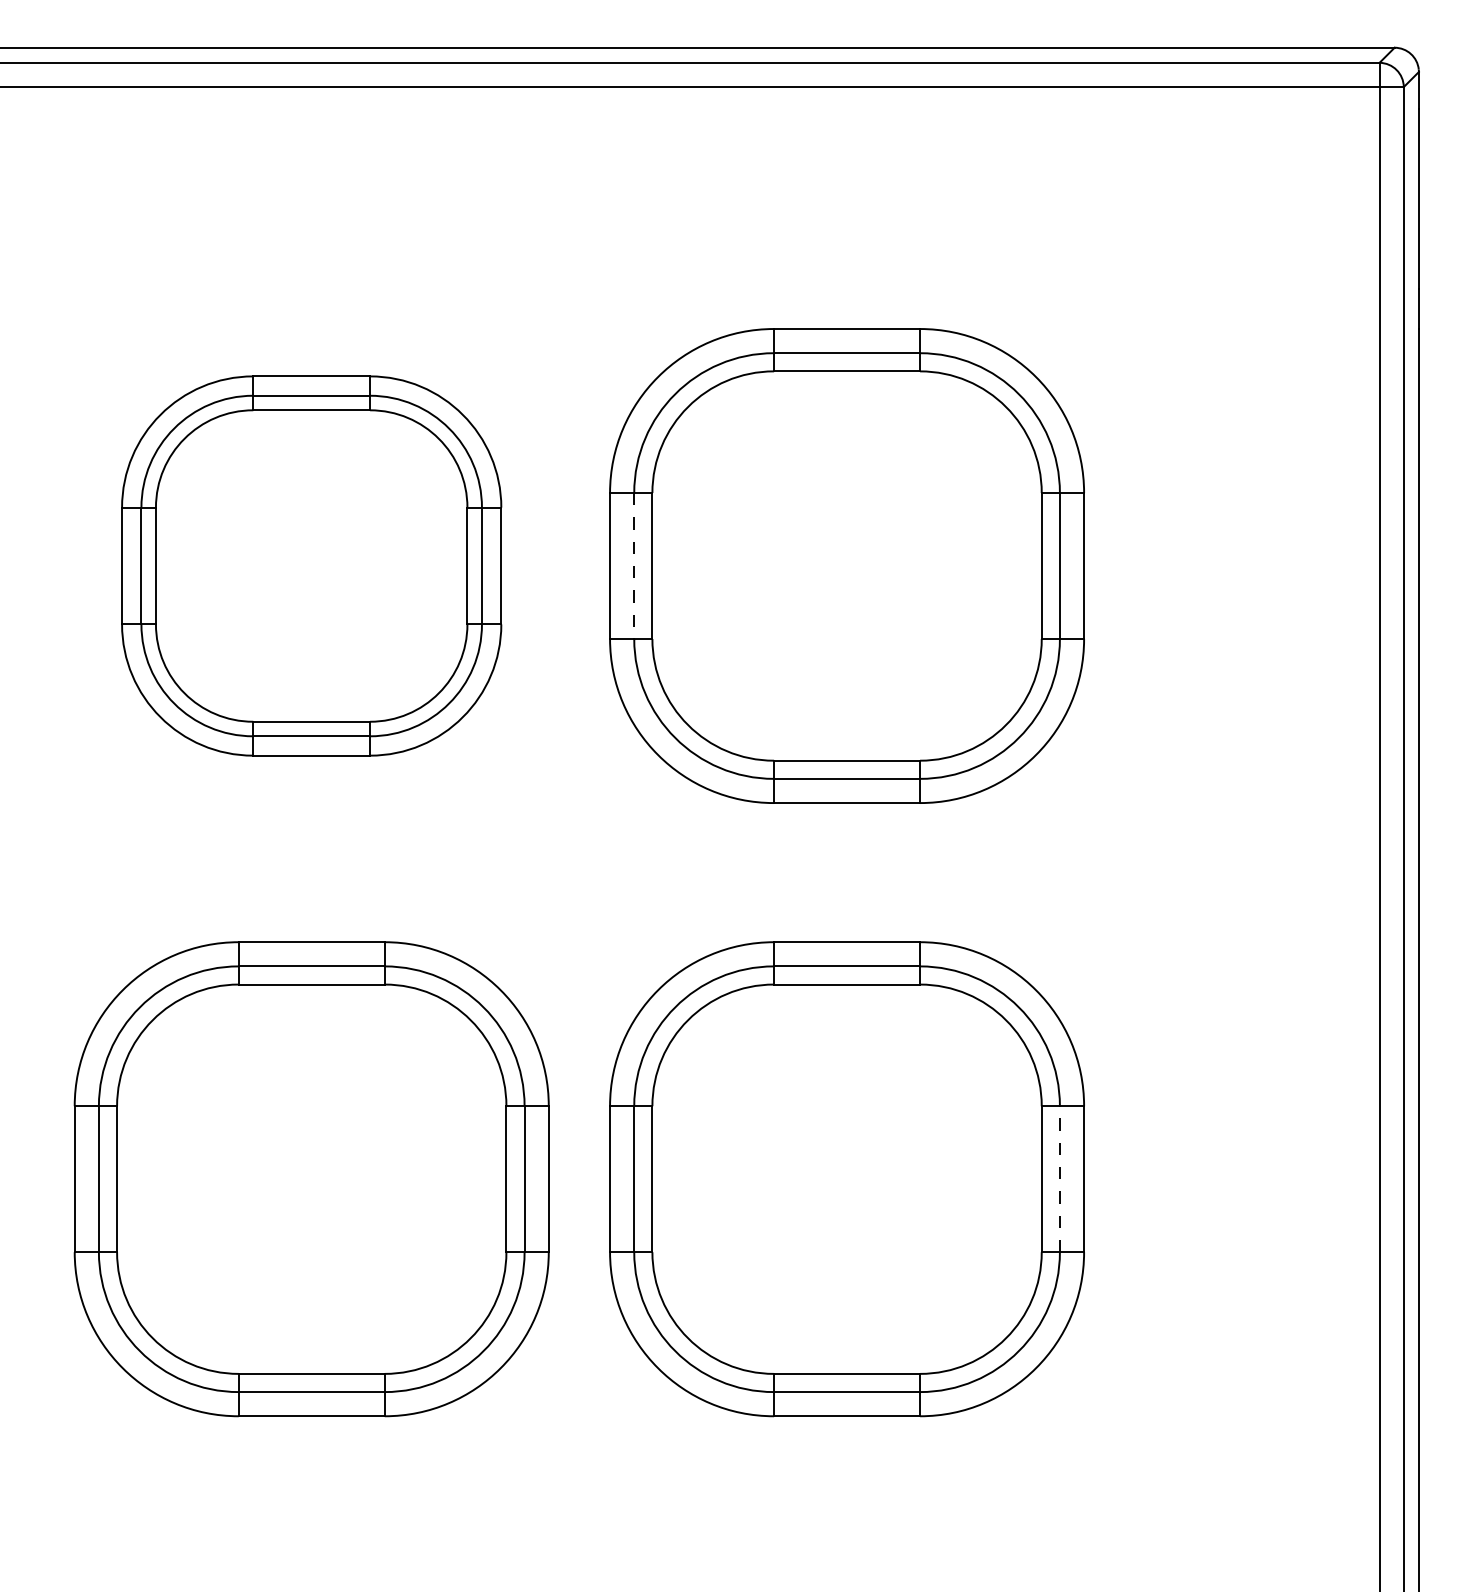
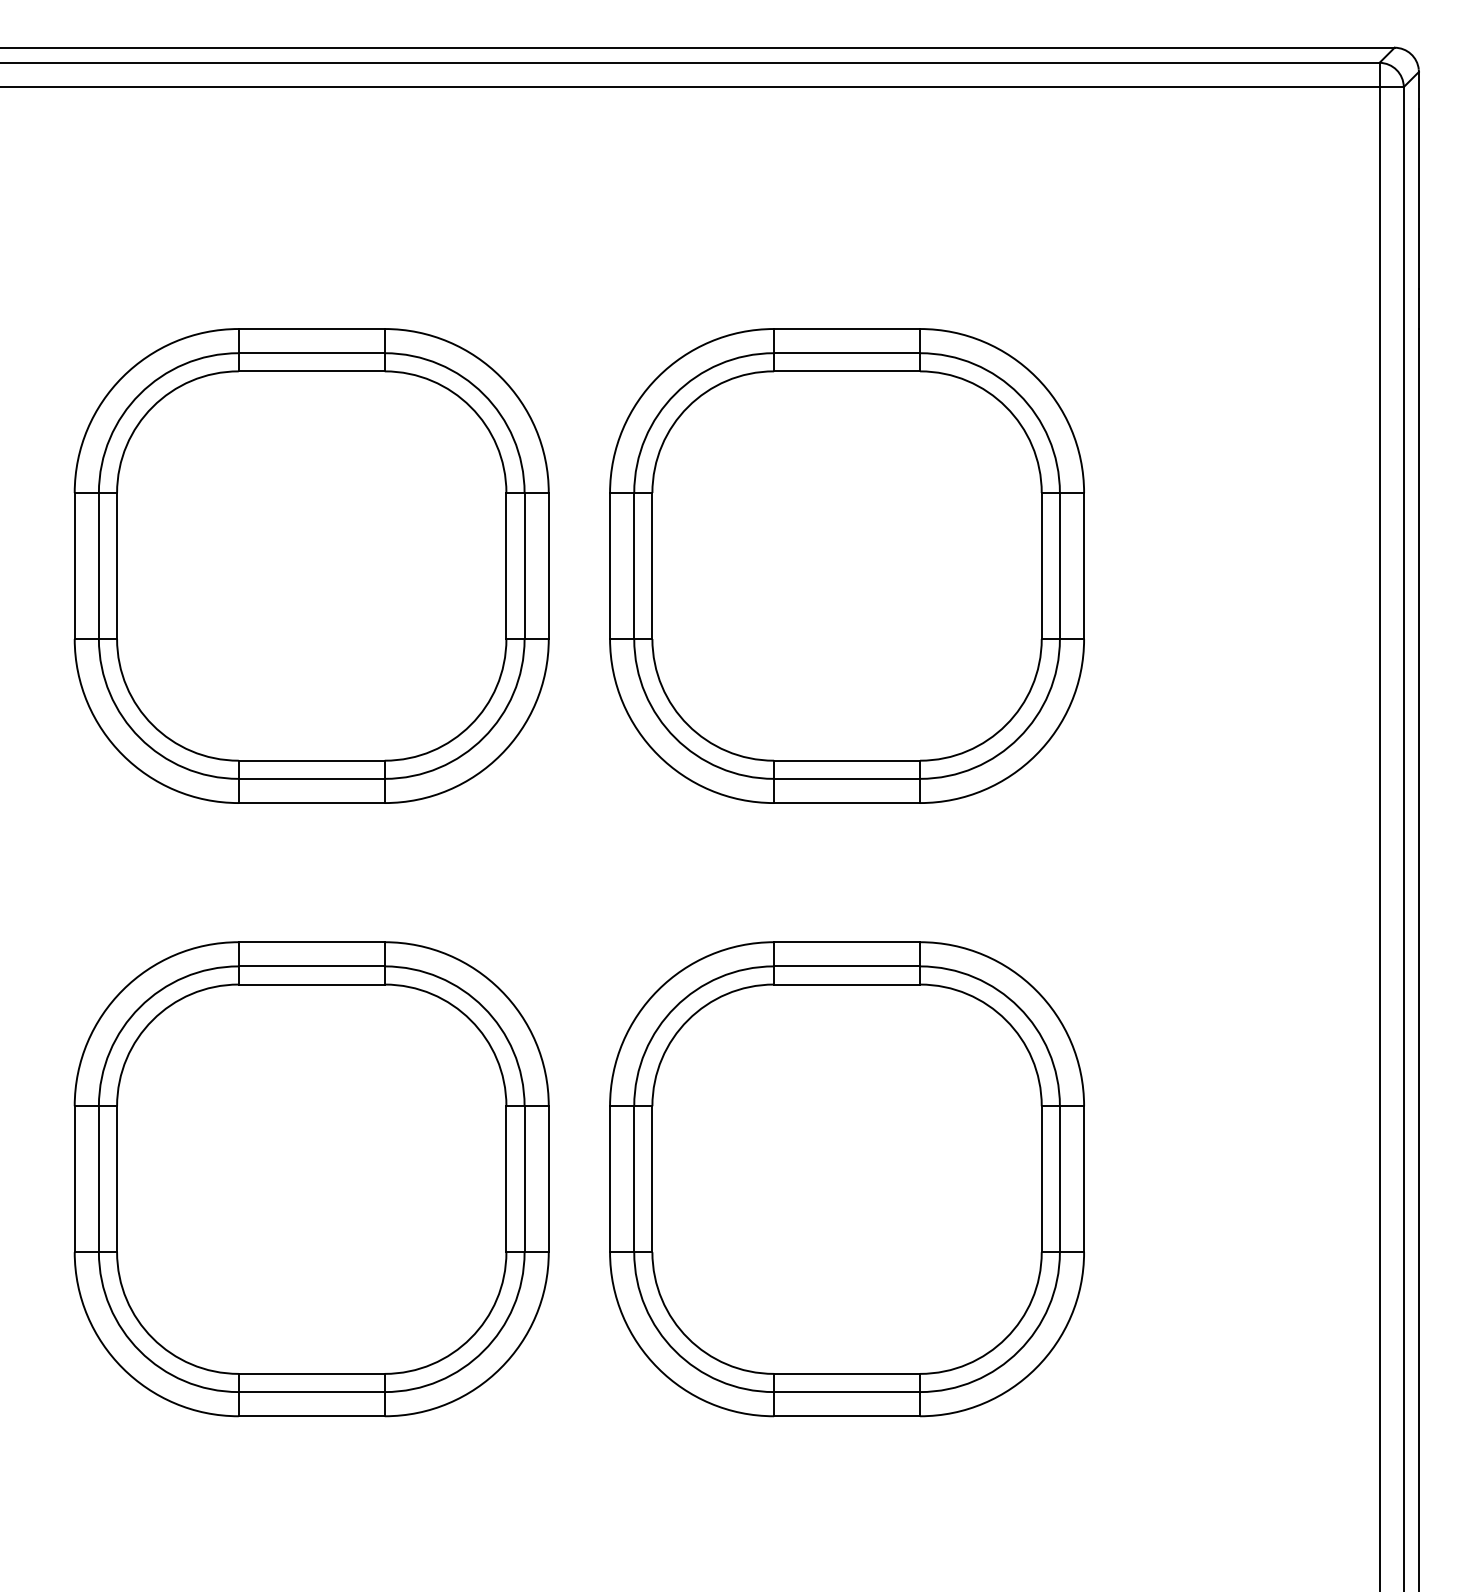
part at (311, 565) size: 382x382 px -> 477x476 px
line at (634, 566): dashed -> solid
line at (1059, 1179): dashed -> solid
